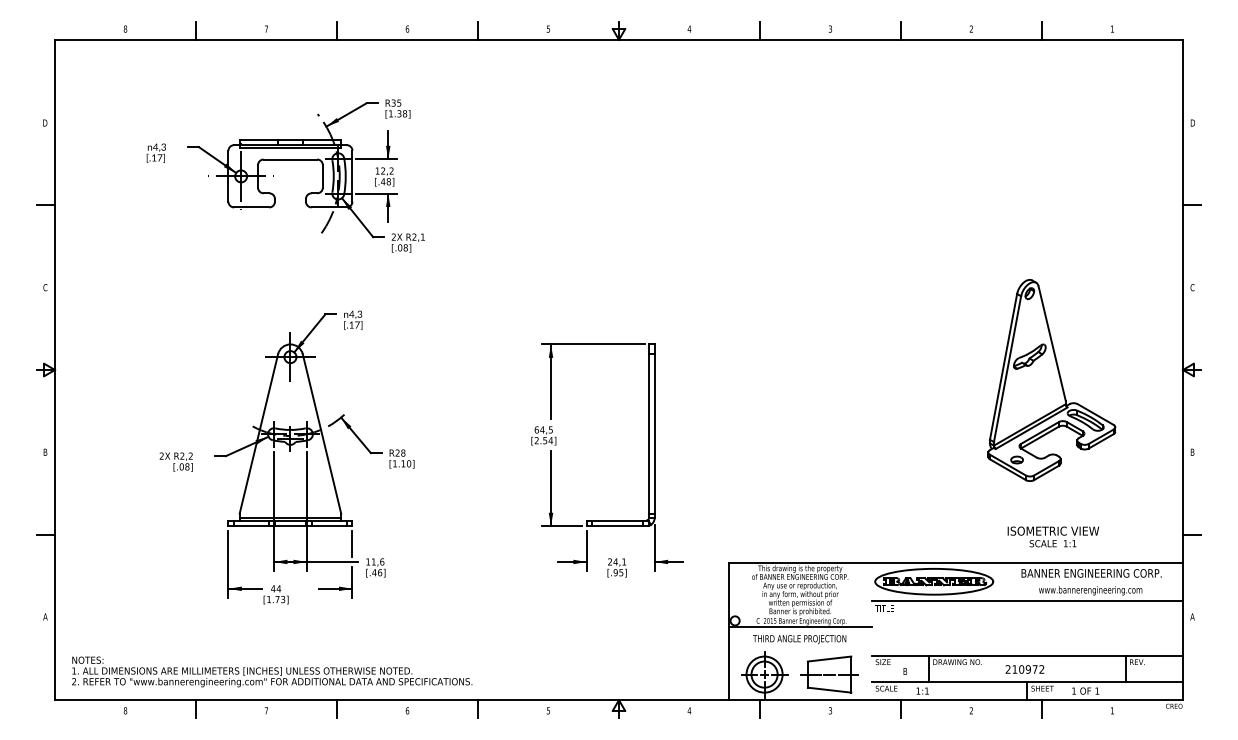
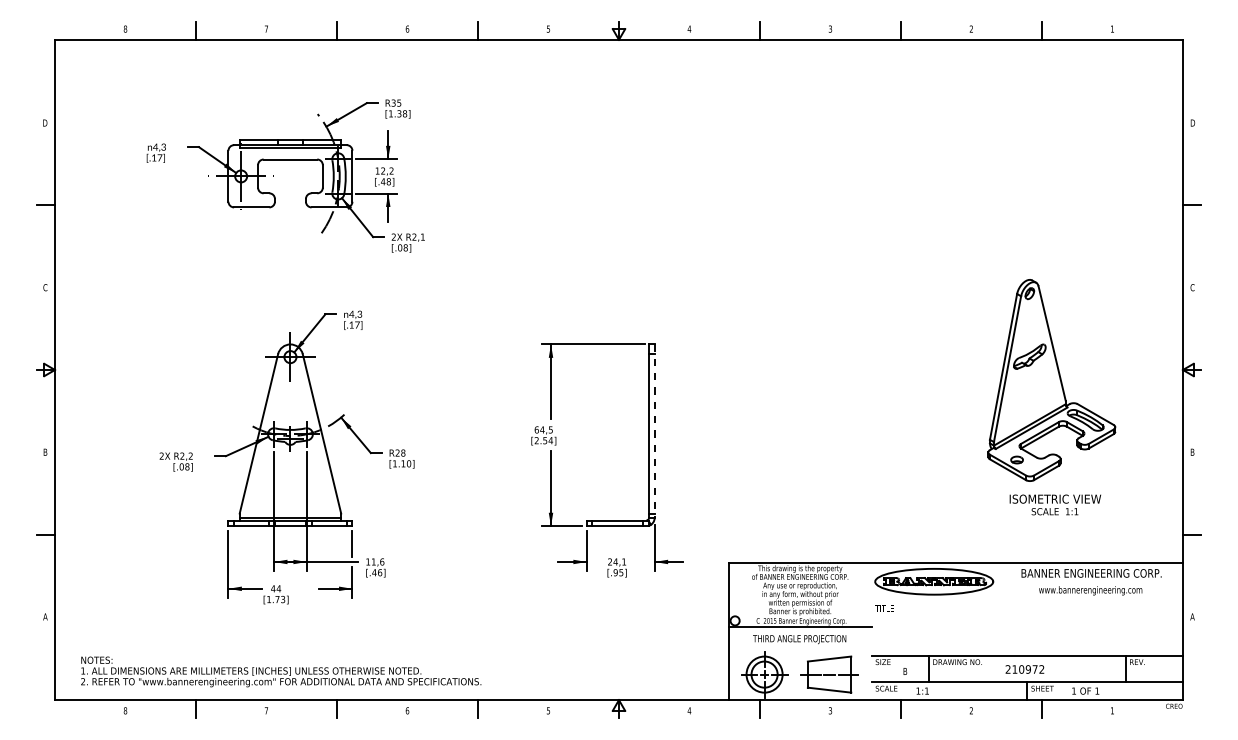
line at (654, 431): solid -> dashed
text at (1053, 536) position: (1053, 536) -> (1055, 504)
line at (1026, 601): present -> none
text at (272, 671) position: (272, 671) -> (281, 671)
